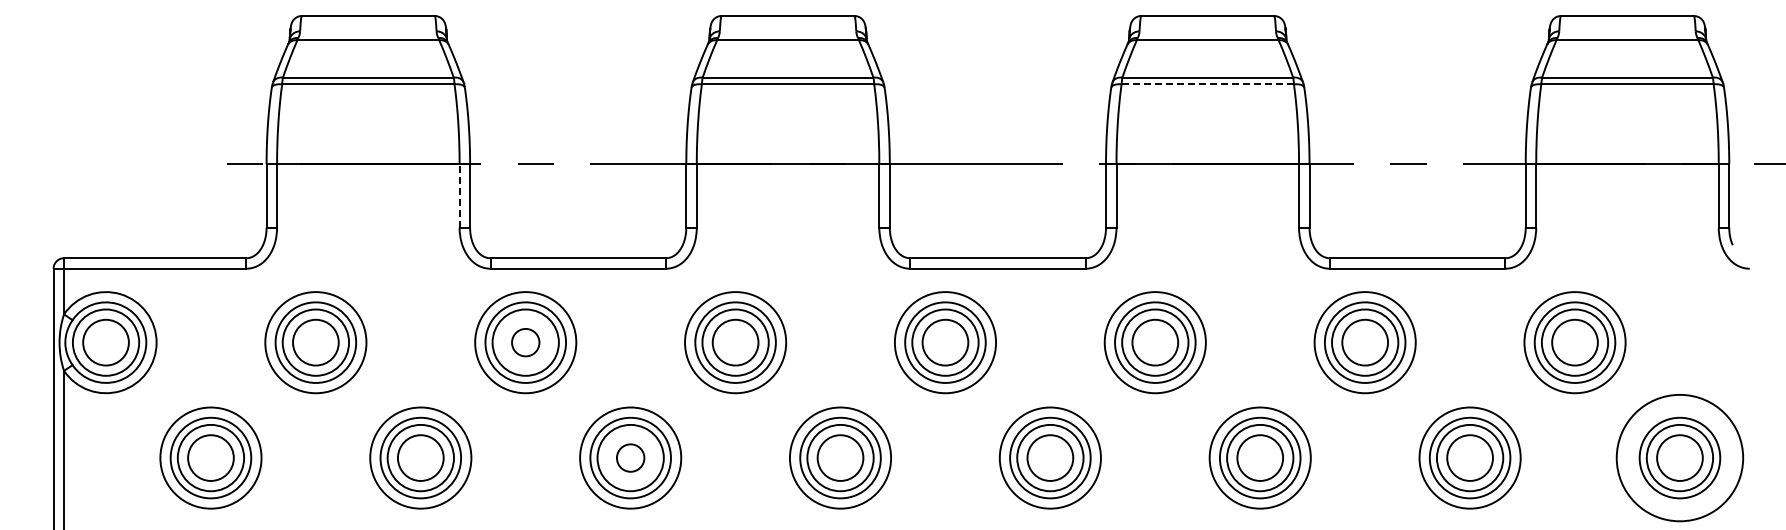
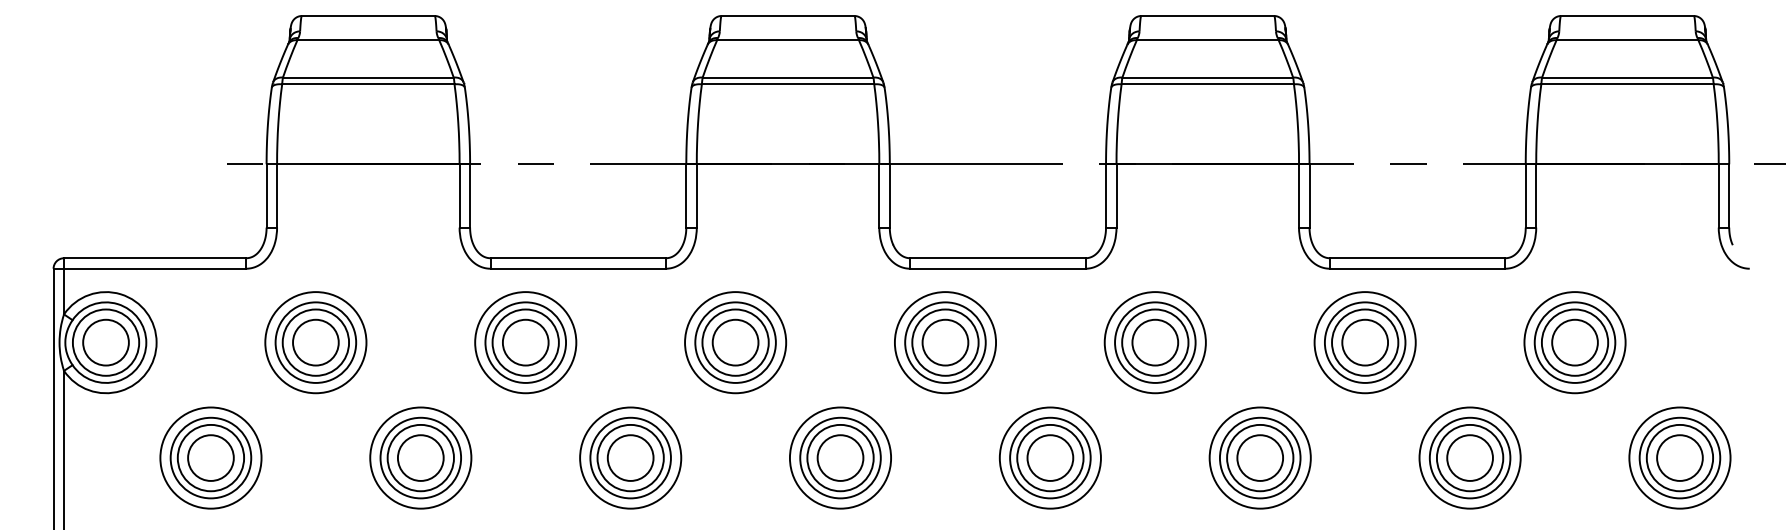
line at (1207, 84): dashed -> solid
line at (459, 195): dashed -> solid
circle at (525, 342) diameter: 27 px -> 46 px
circle at (630, 457) diameter: 27 px -> 46 px
circle at (1679, 457) diameter: 126 px -> 101 px
